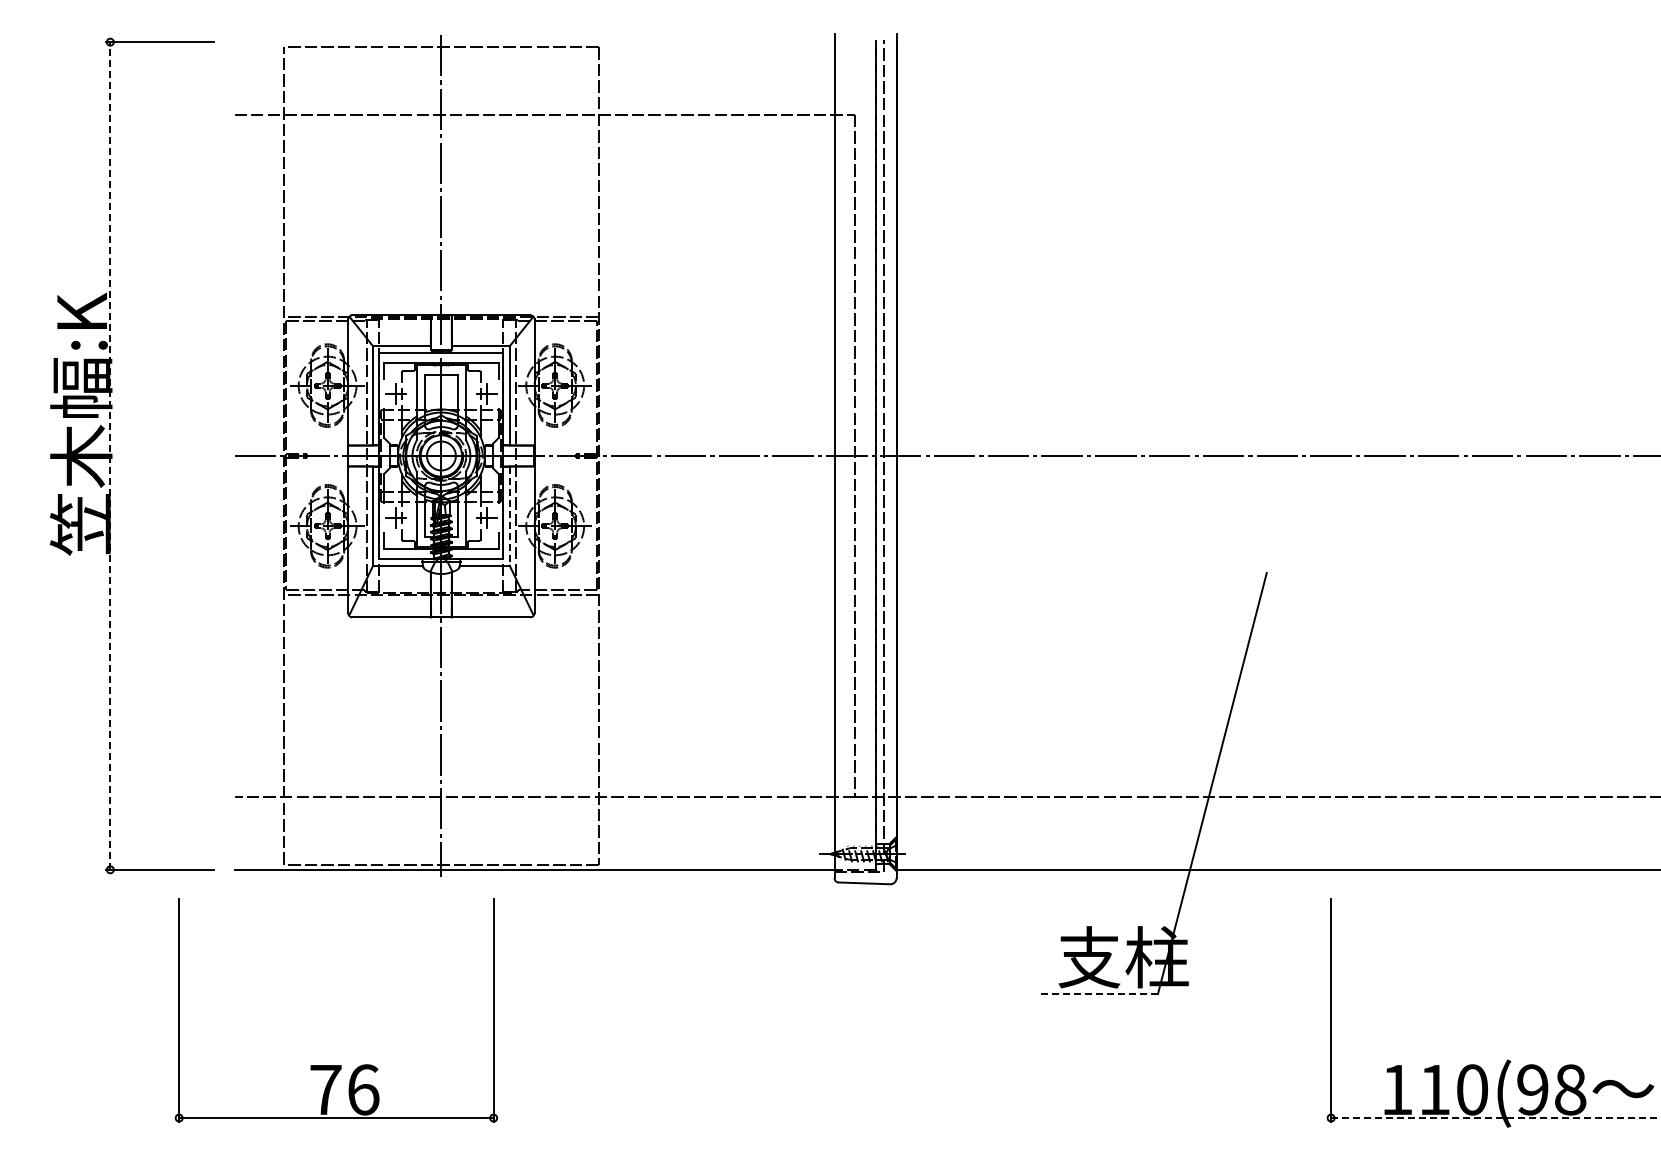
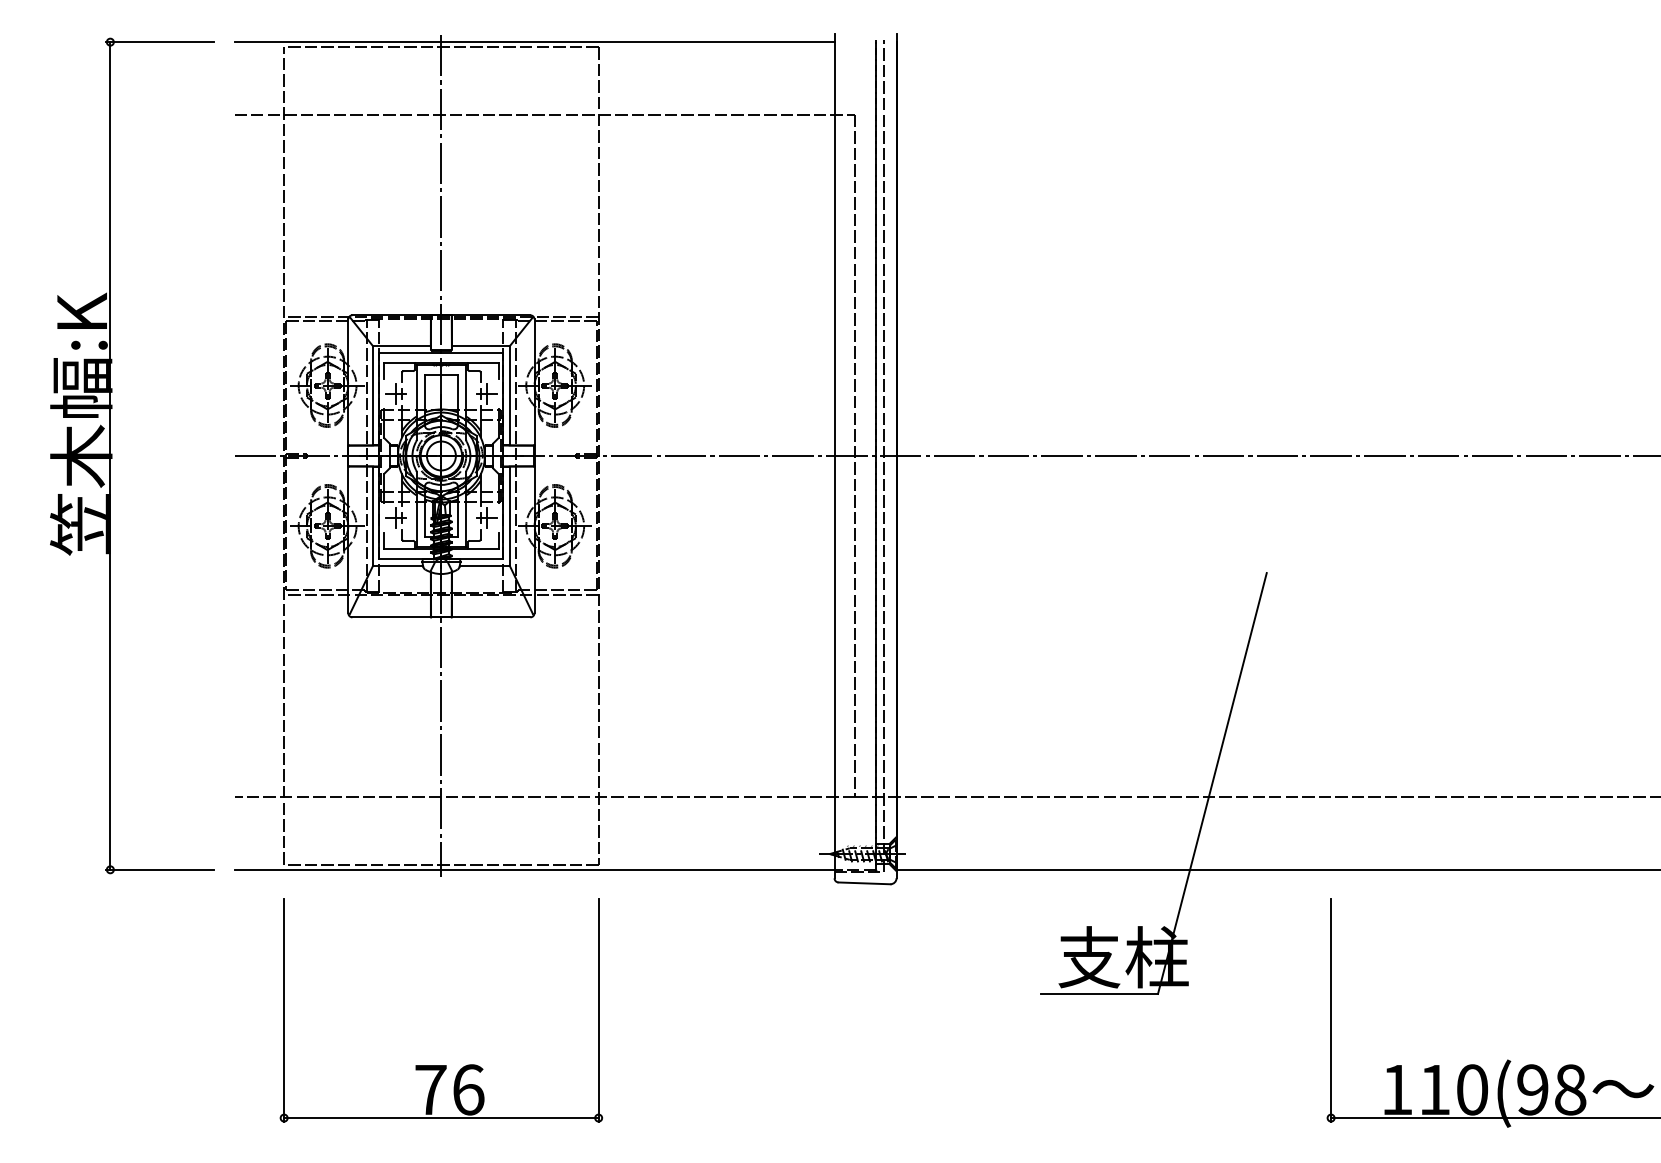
line at (534, 42): none -> present
line at (110, 455): dashed -> solid
line at (509, 516): dashed -> solid
line at (1099, 993): dashed -> solid
part at (335, 1065) position: (335, 1065) -> (440, 1065)
line at (1495, 1118): dashed -> solid
